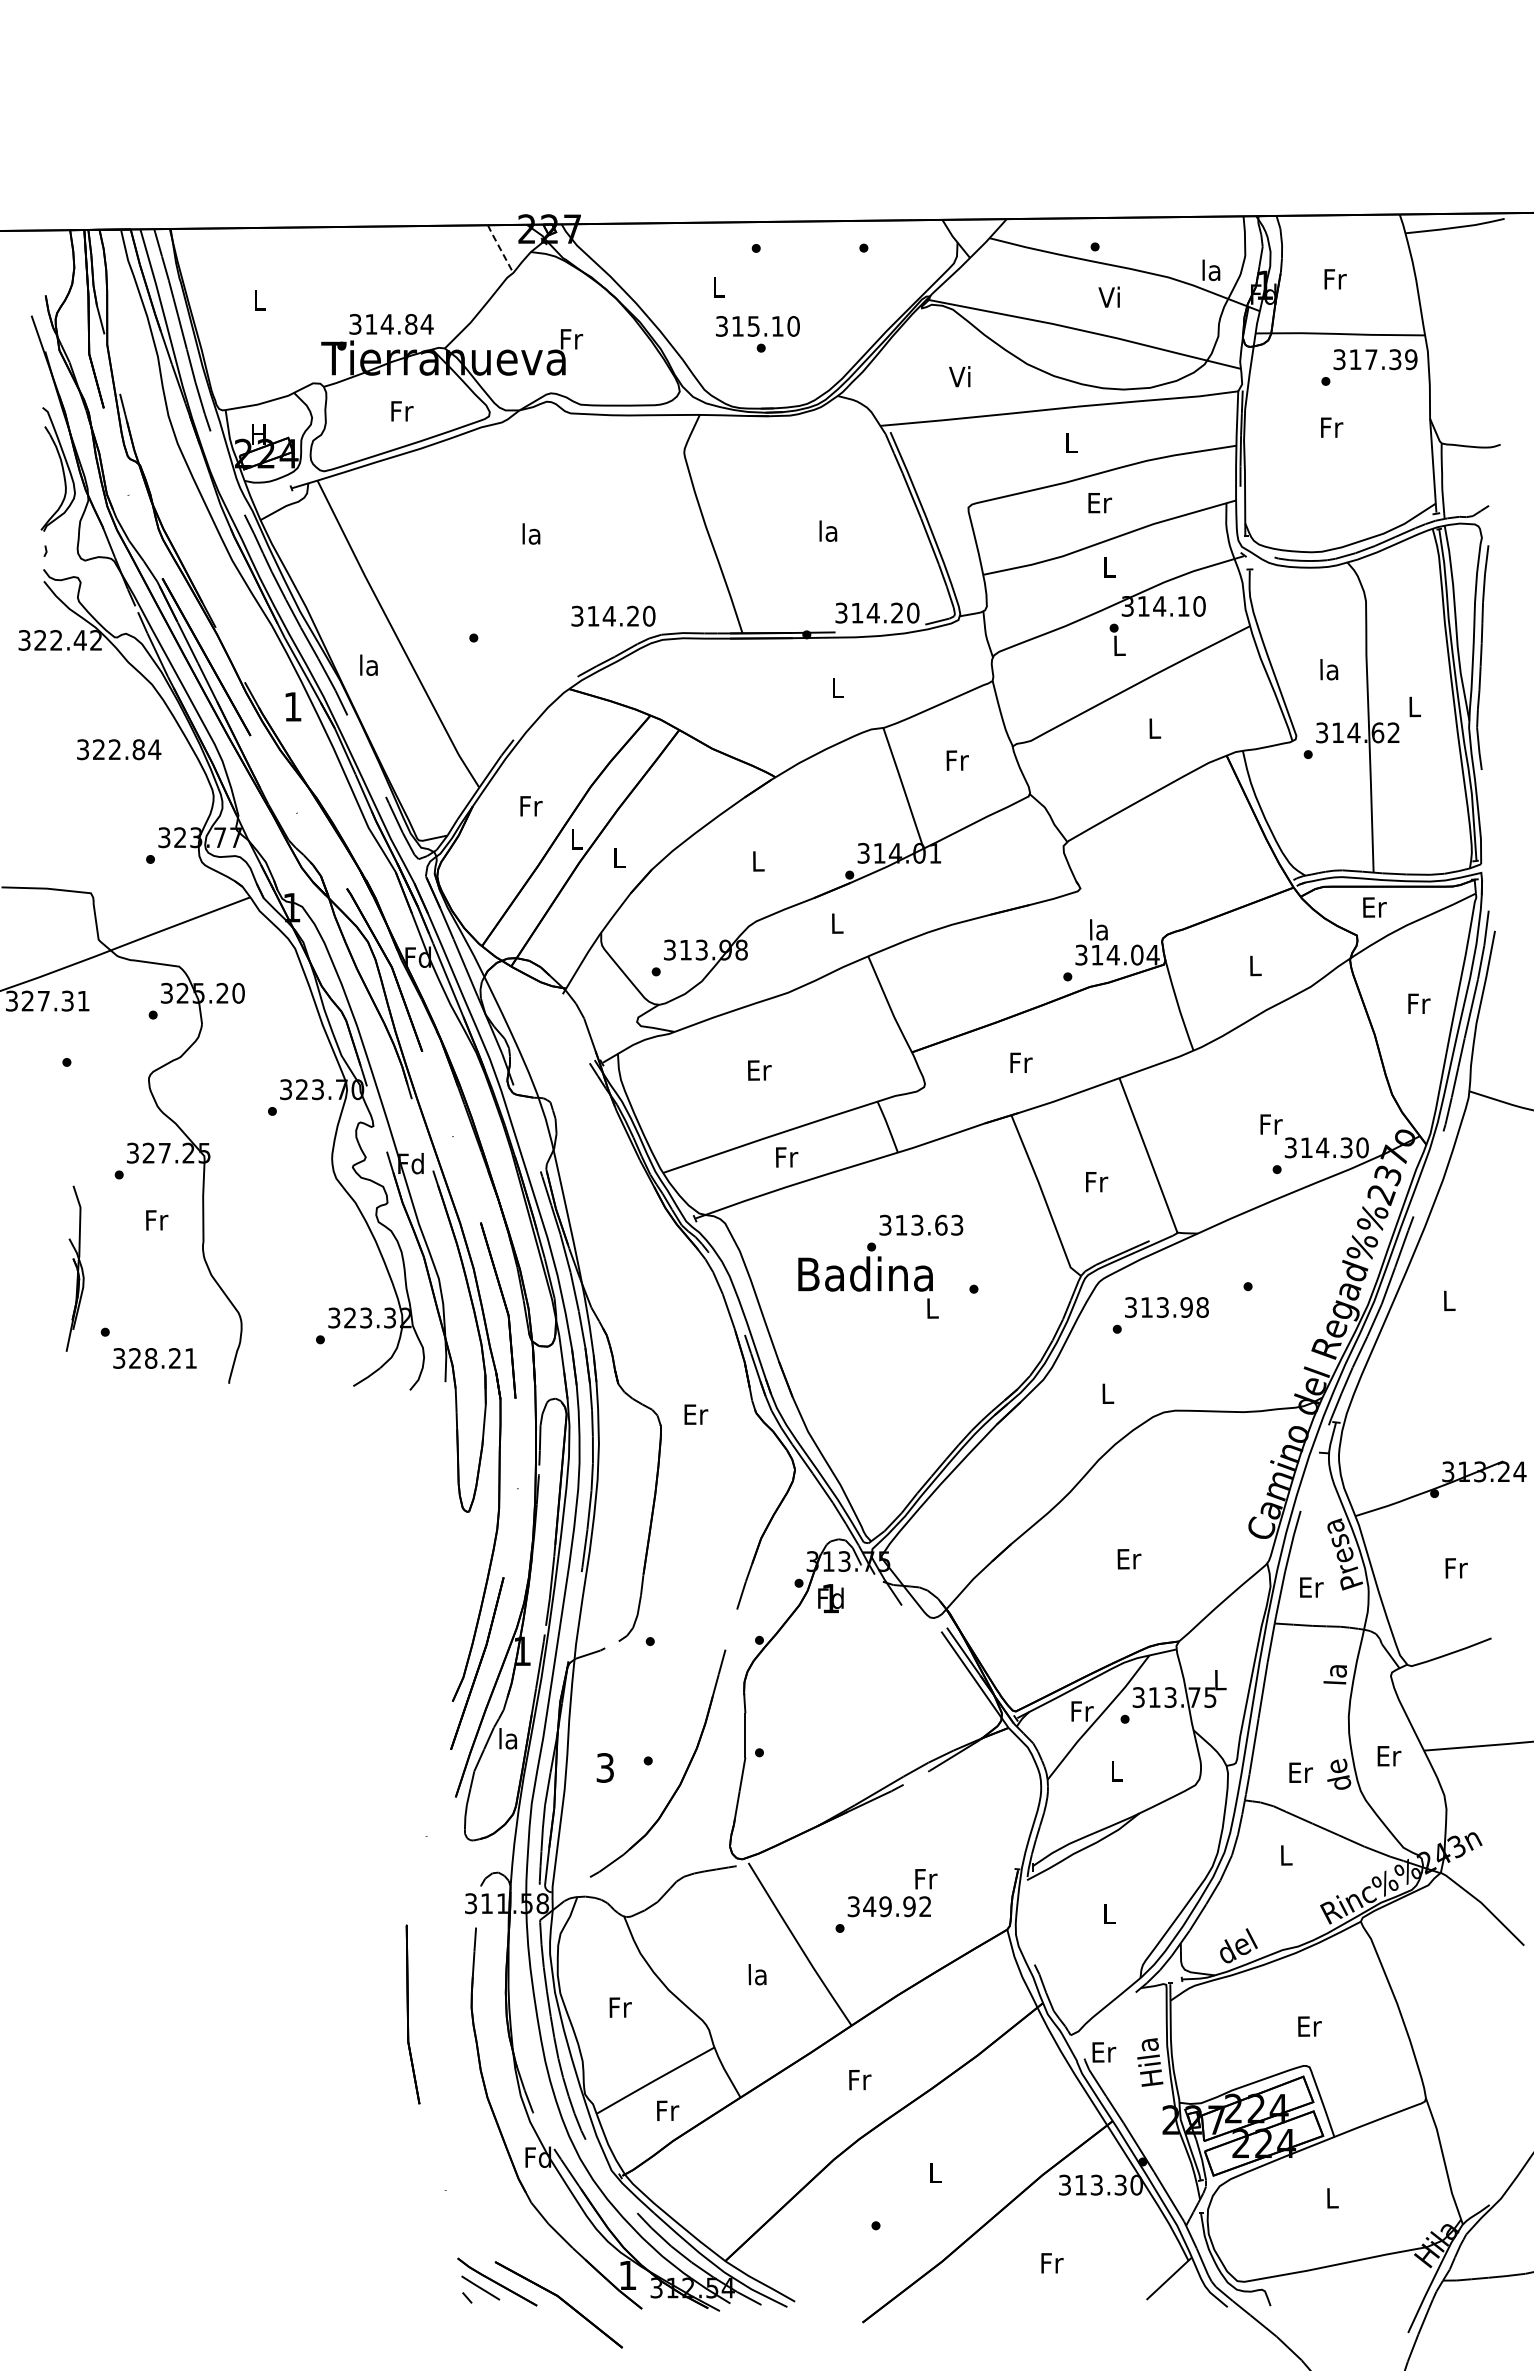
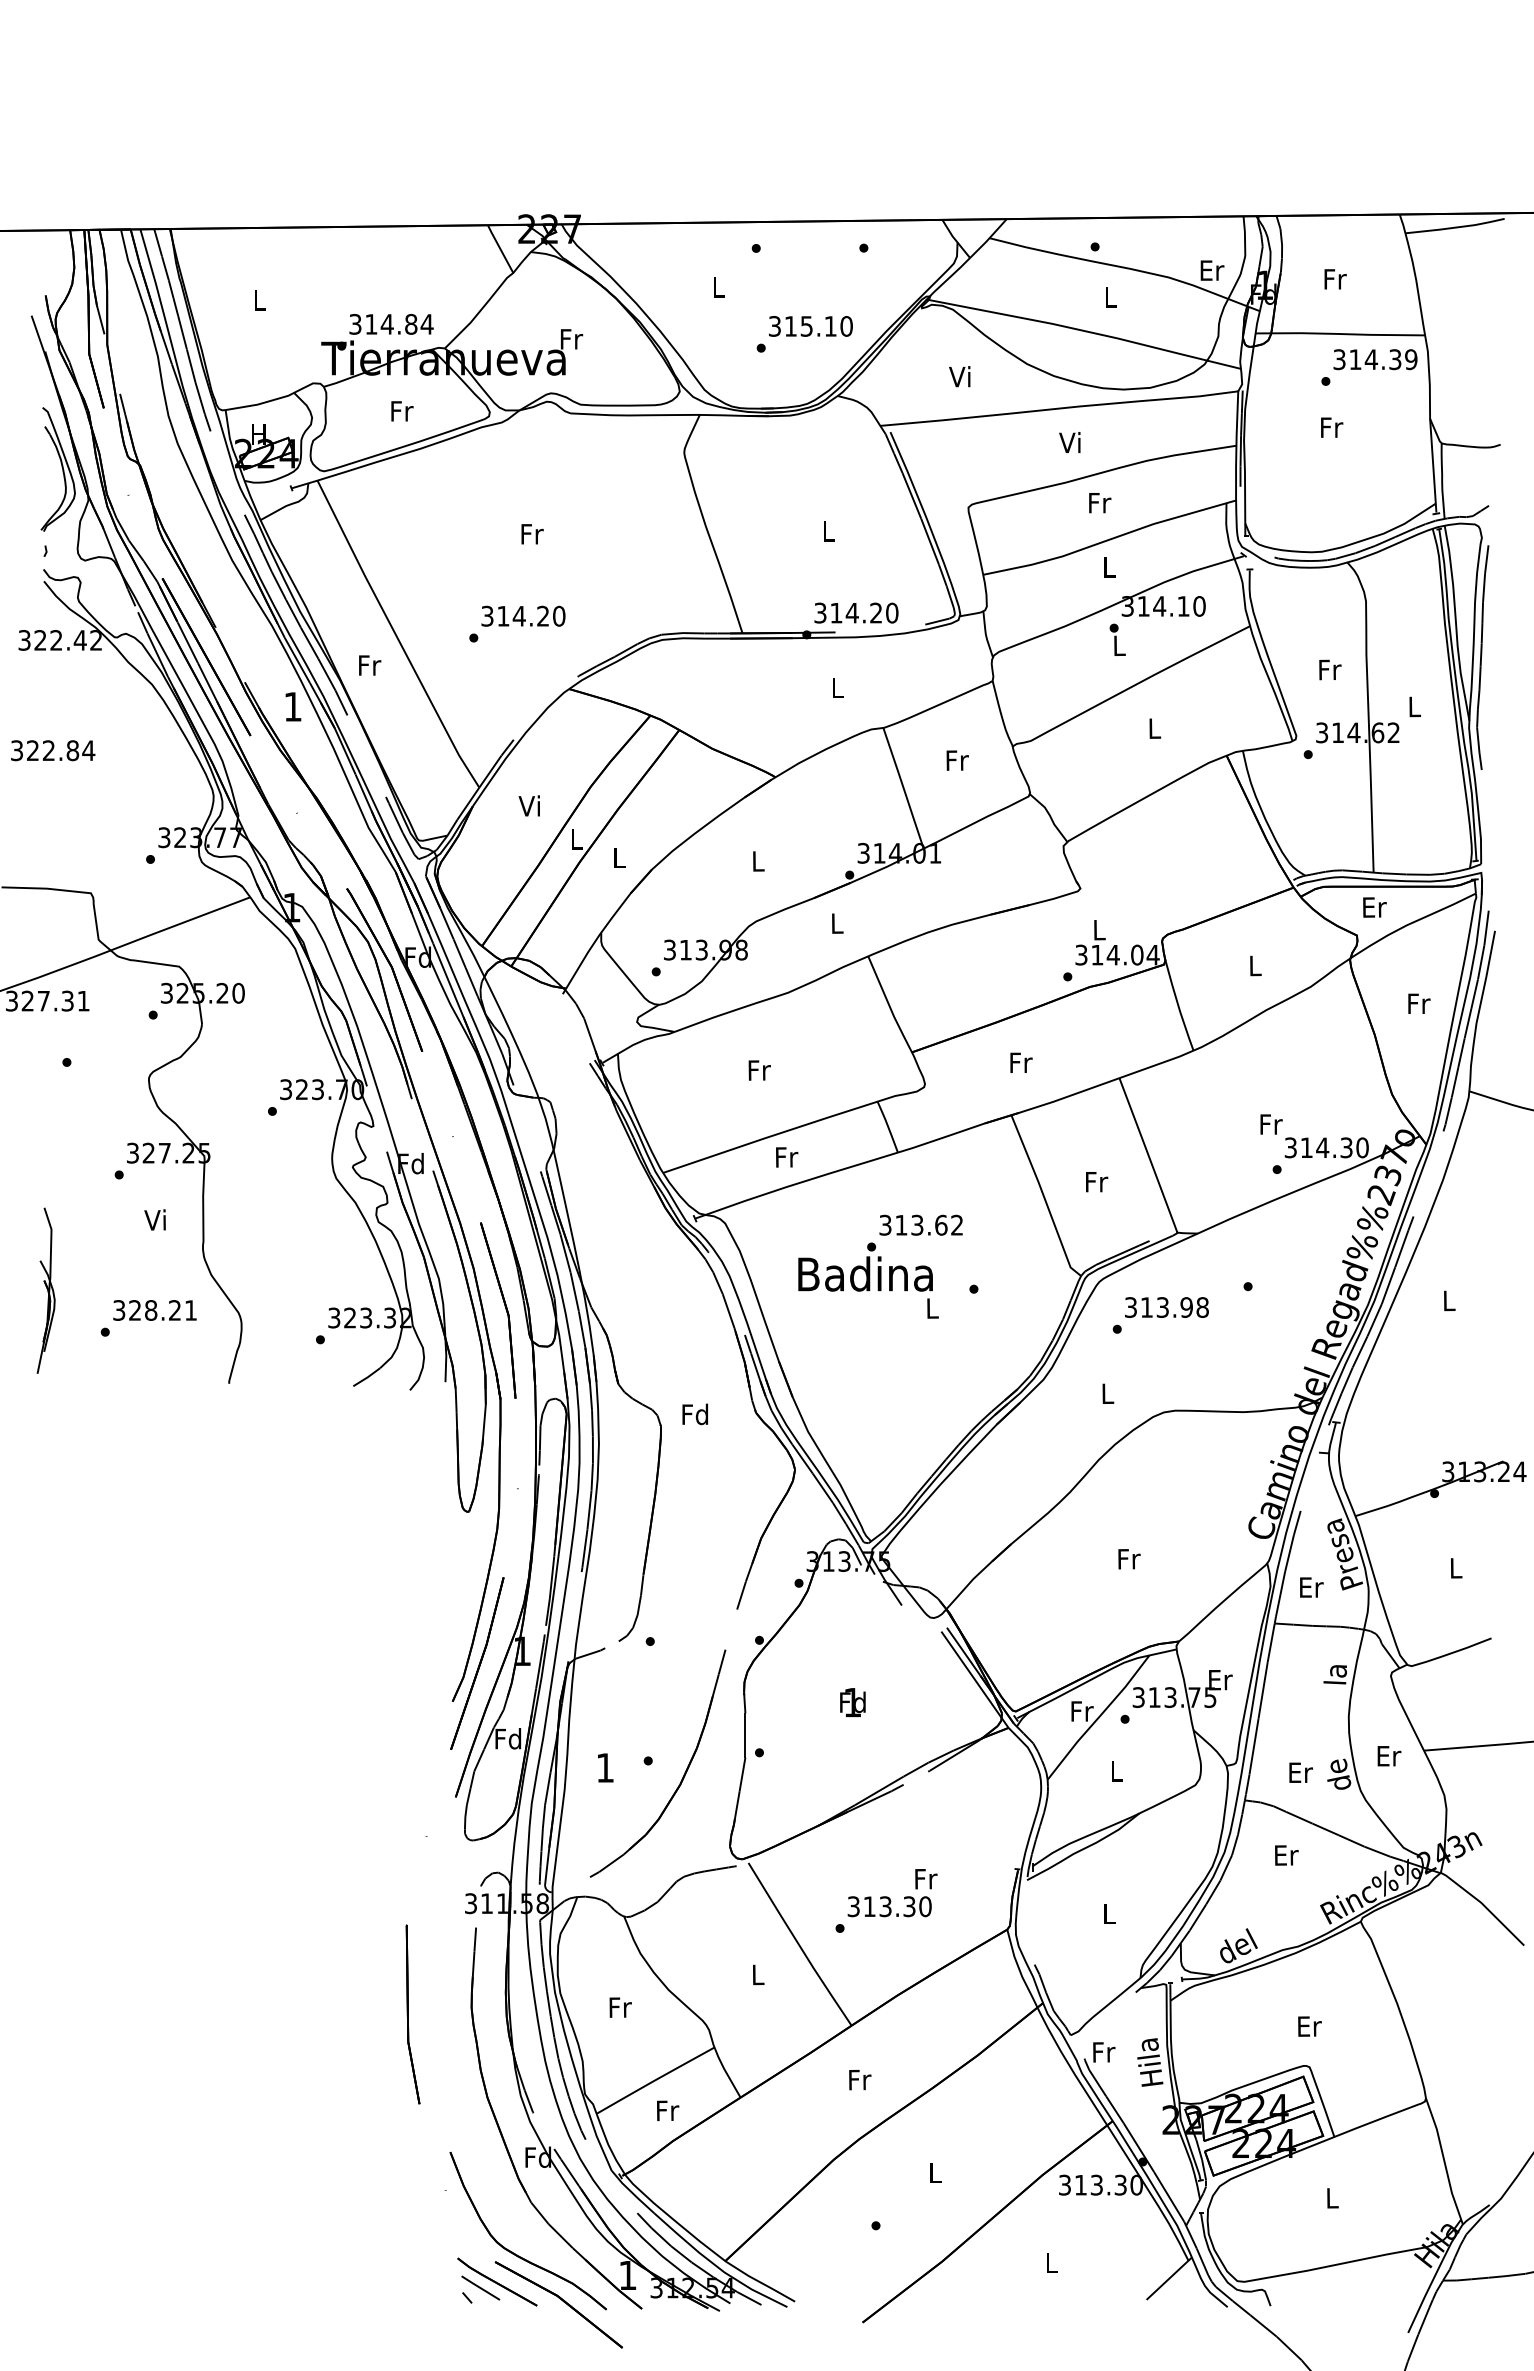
line at (500, 249): dashed -> solid
text at (1212, 270): la -> Er
text at (1108, 296): Vi -> L
text at (757, 326) position: (757, 326) -> (810, 326)
text at (1370, 359): 317.39 -> 314.39
text at (1069, 442): L -> Vi
text at (1100, 503): Er -> Fr
text at (828, 530): la -> L
text at (532, 533): la -> Fr
text at (877, 612) position: (877, 612) -> (856, 612)
text at (613, 615) position: (613, 615) -> (523, 615)
text at (370, 664): la -> Fr
text at (1330, 669): la -> Fr
text at (119, 749) position: (119, 749) -> (53, 750)
text at (530, 805): Fr -> Vi
text at (1098, 929): la -> L
text at (759, 1070): Er -> Fr
text at (156, 1219): Fr -> Vi
text at (957, 1225): 313.63 -> 313.62
part at (74, 1268) position: (74, 1268) -> (45, 1290)
text at (154, 1358) position: (154, 1358) -> (154, 1310)
text at (695, 1414): Er -> Fd
text at (1129, 1559): Er -> Fr
text at (1456, 1568): Fr -> L
text at (830, 1598) position: (830, 1598) -> (852, 1702)
text at (1220, 1680): L -> Er
text at (508, 1738): la -> Fd
text at (604, 1767): 3 -> 1
text at (1286, 1855): L -> Er
text at (897, 1906): 349.92 -> 313.30
text at (757, 1974): la -> L
text at (1104, 2052): Er -> Fr
part at (512, 2251): none -> present
text at (1052, 2263): Fr -> L
